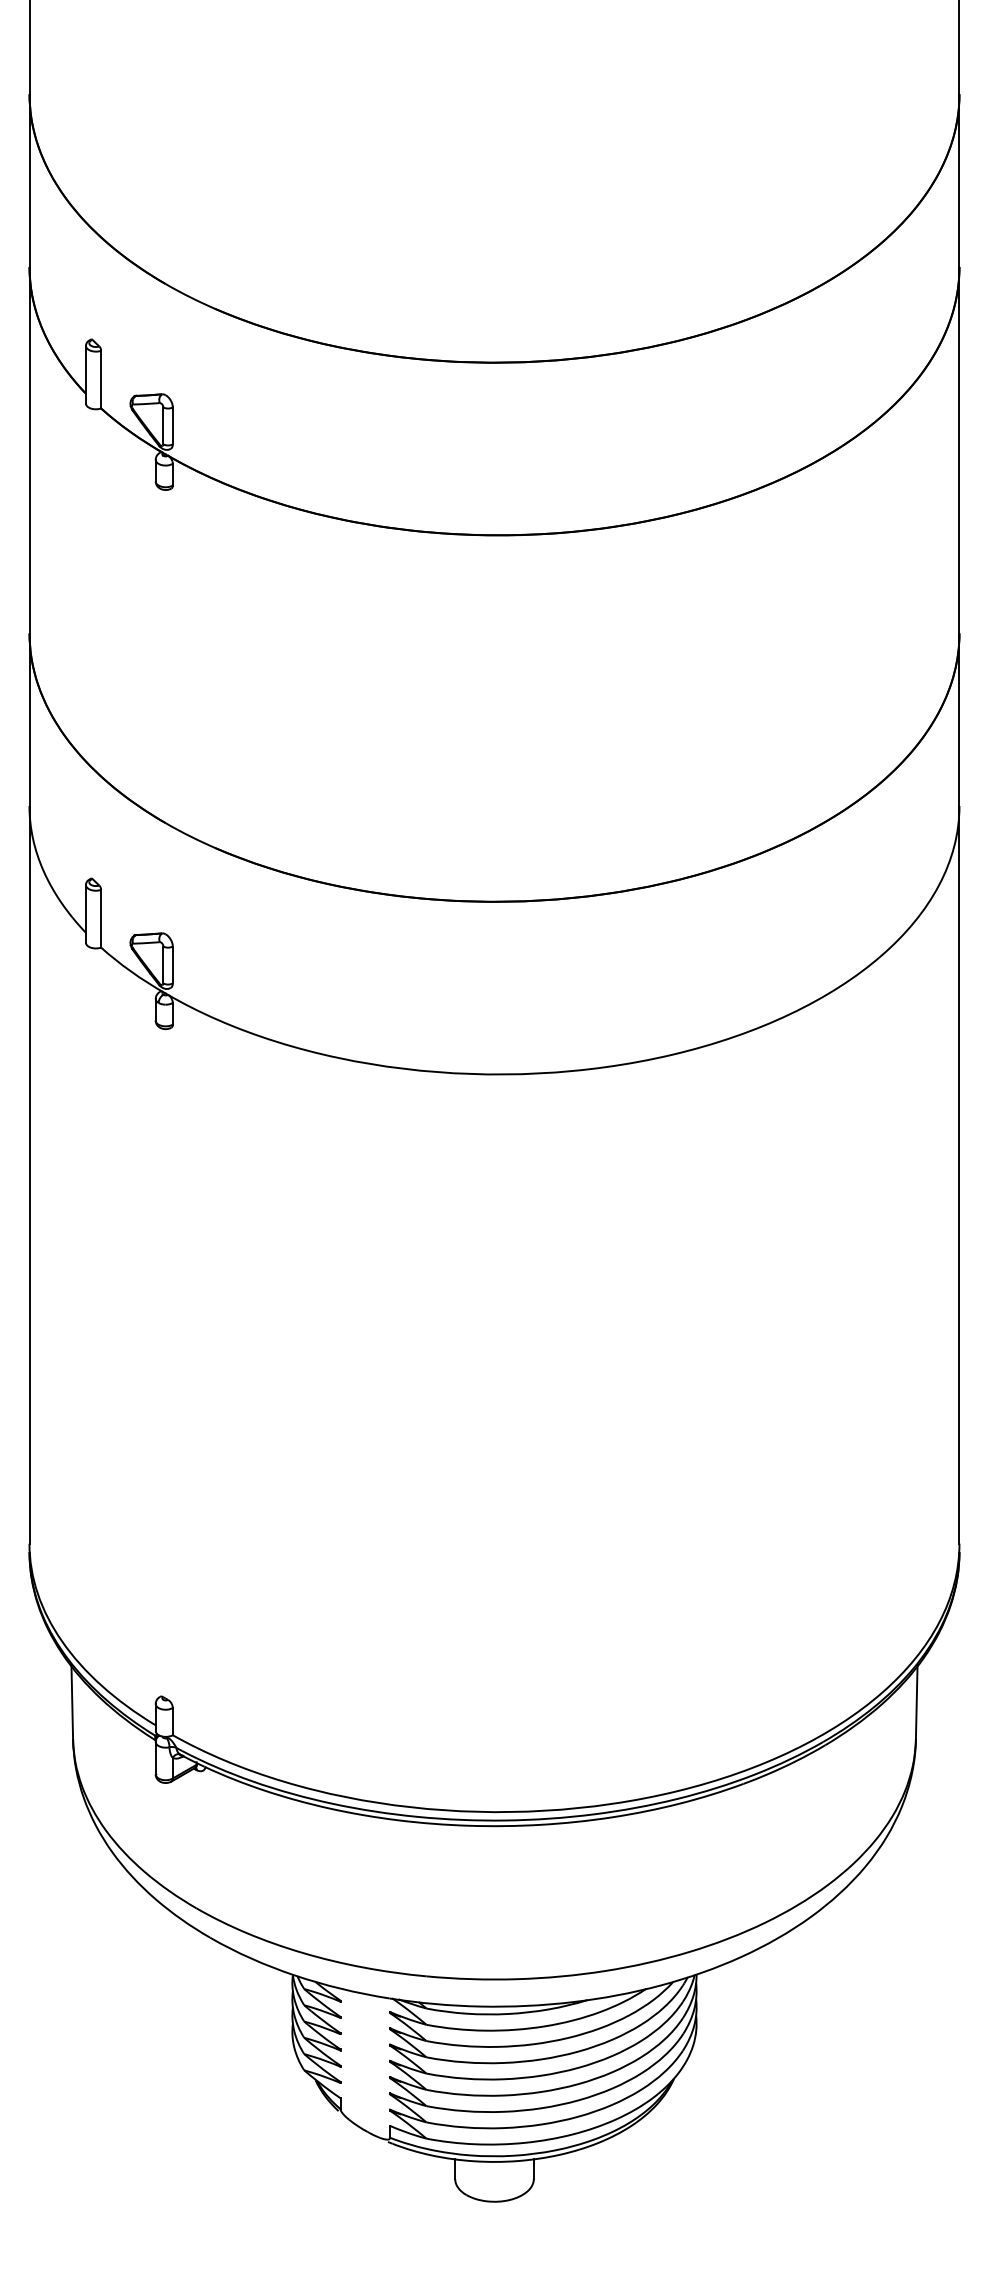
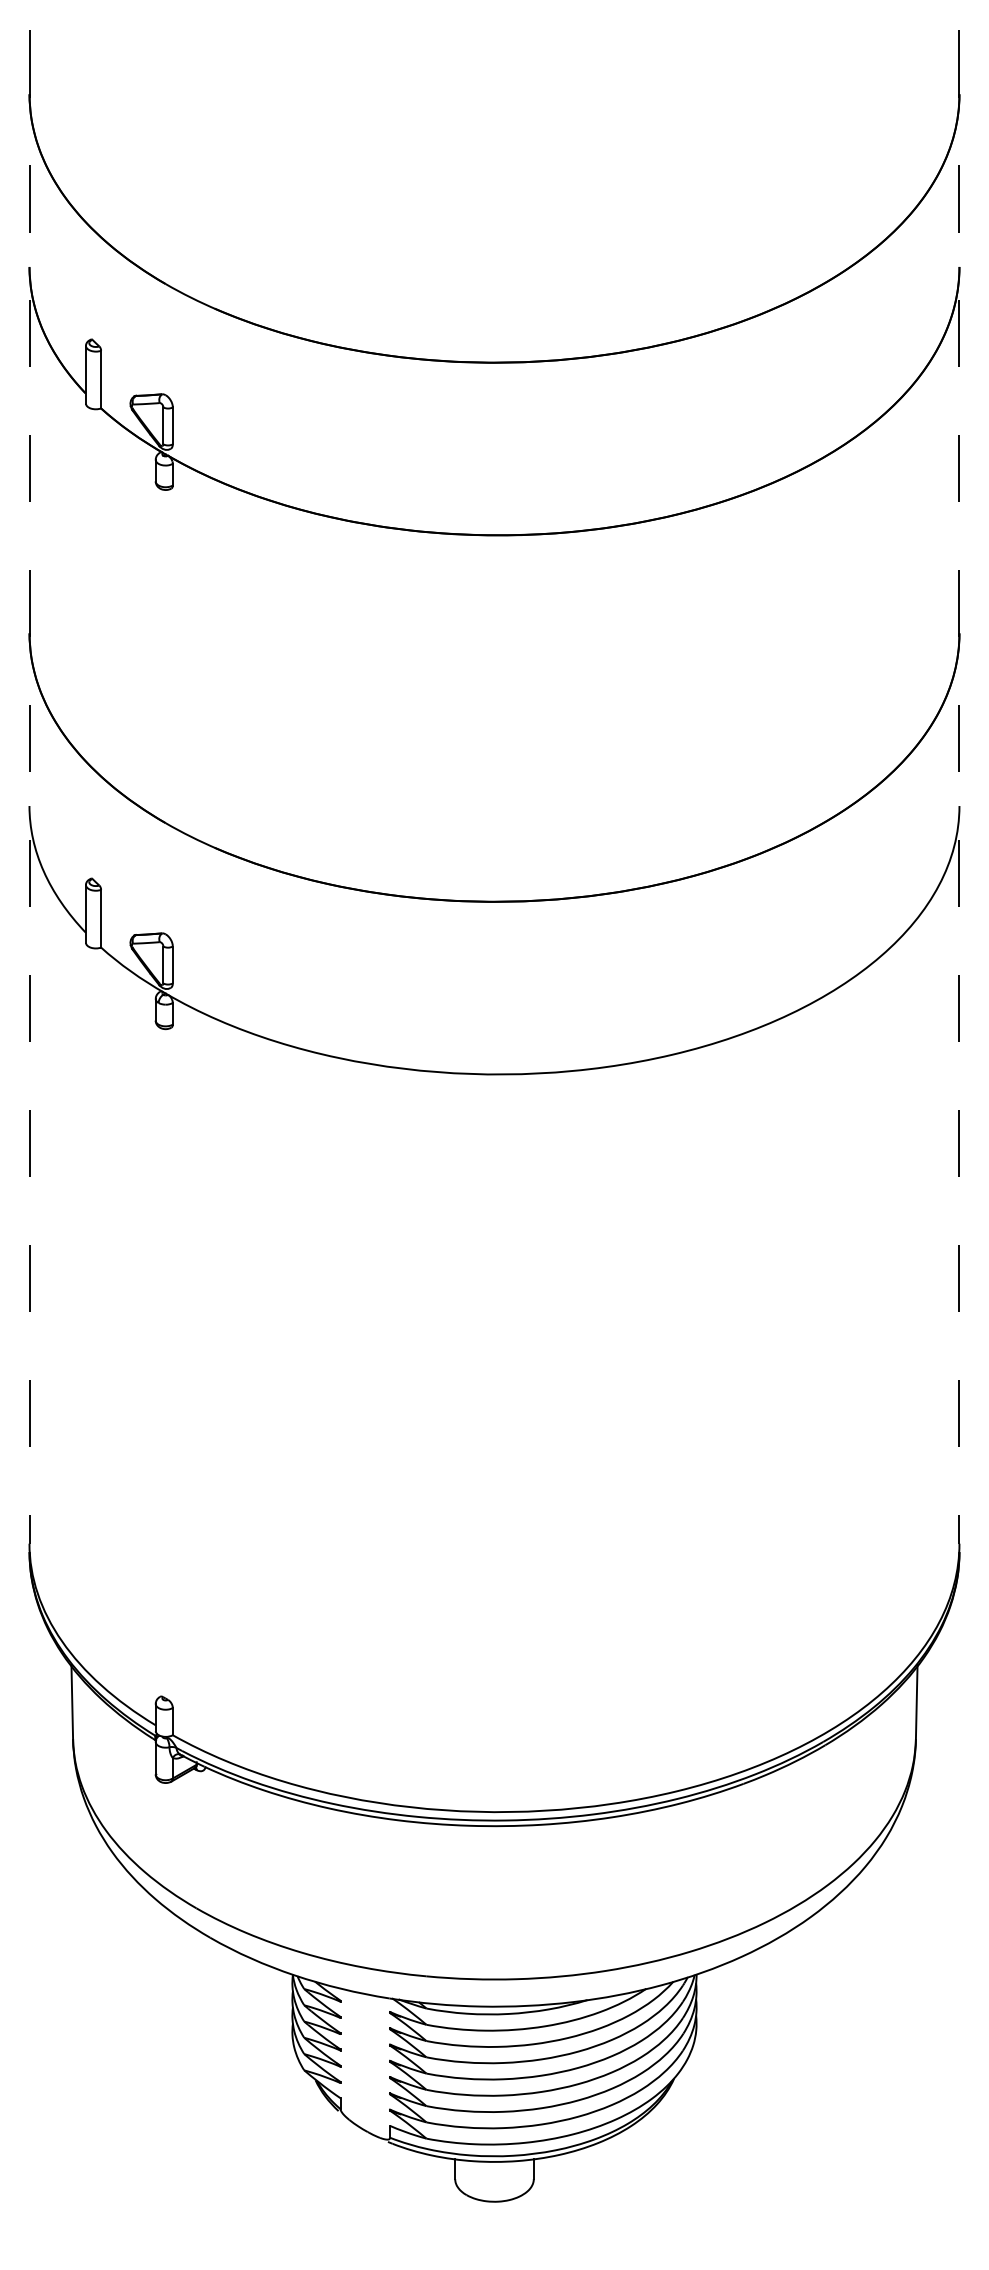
line at (29, 771): solid -> dashed
line at (959, 771): solid -> dashed
